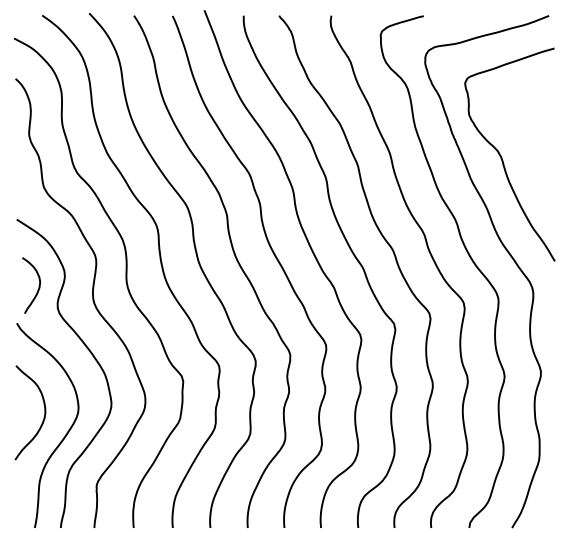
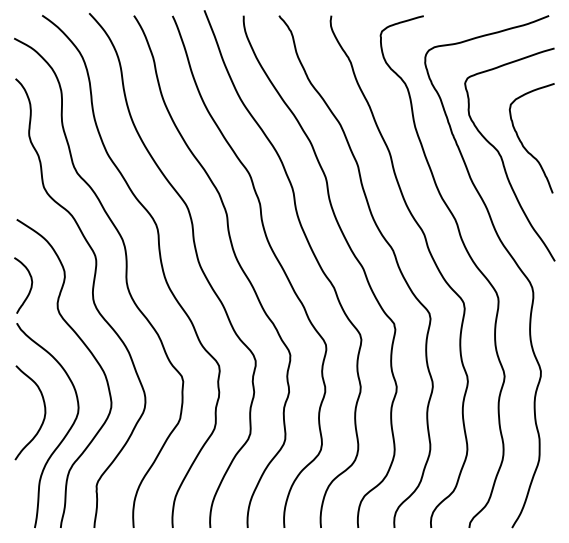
curve at (522, 142): none -> present
curve at (38, 285) position: (38, 285) -> (30, 285)
